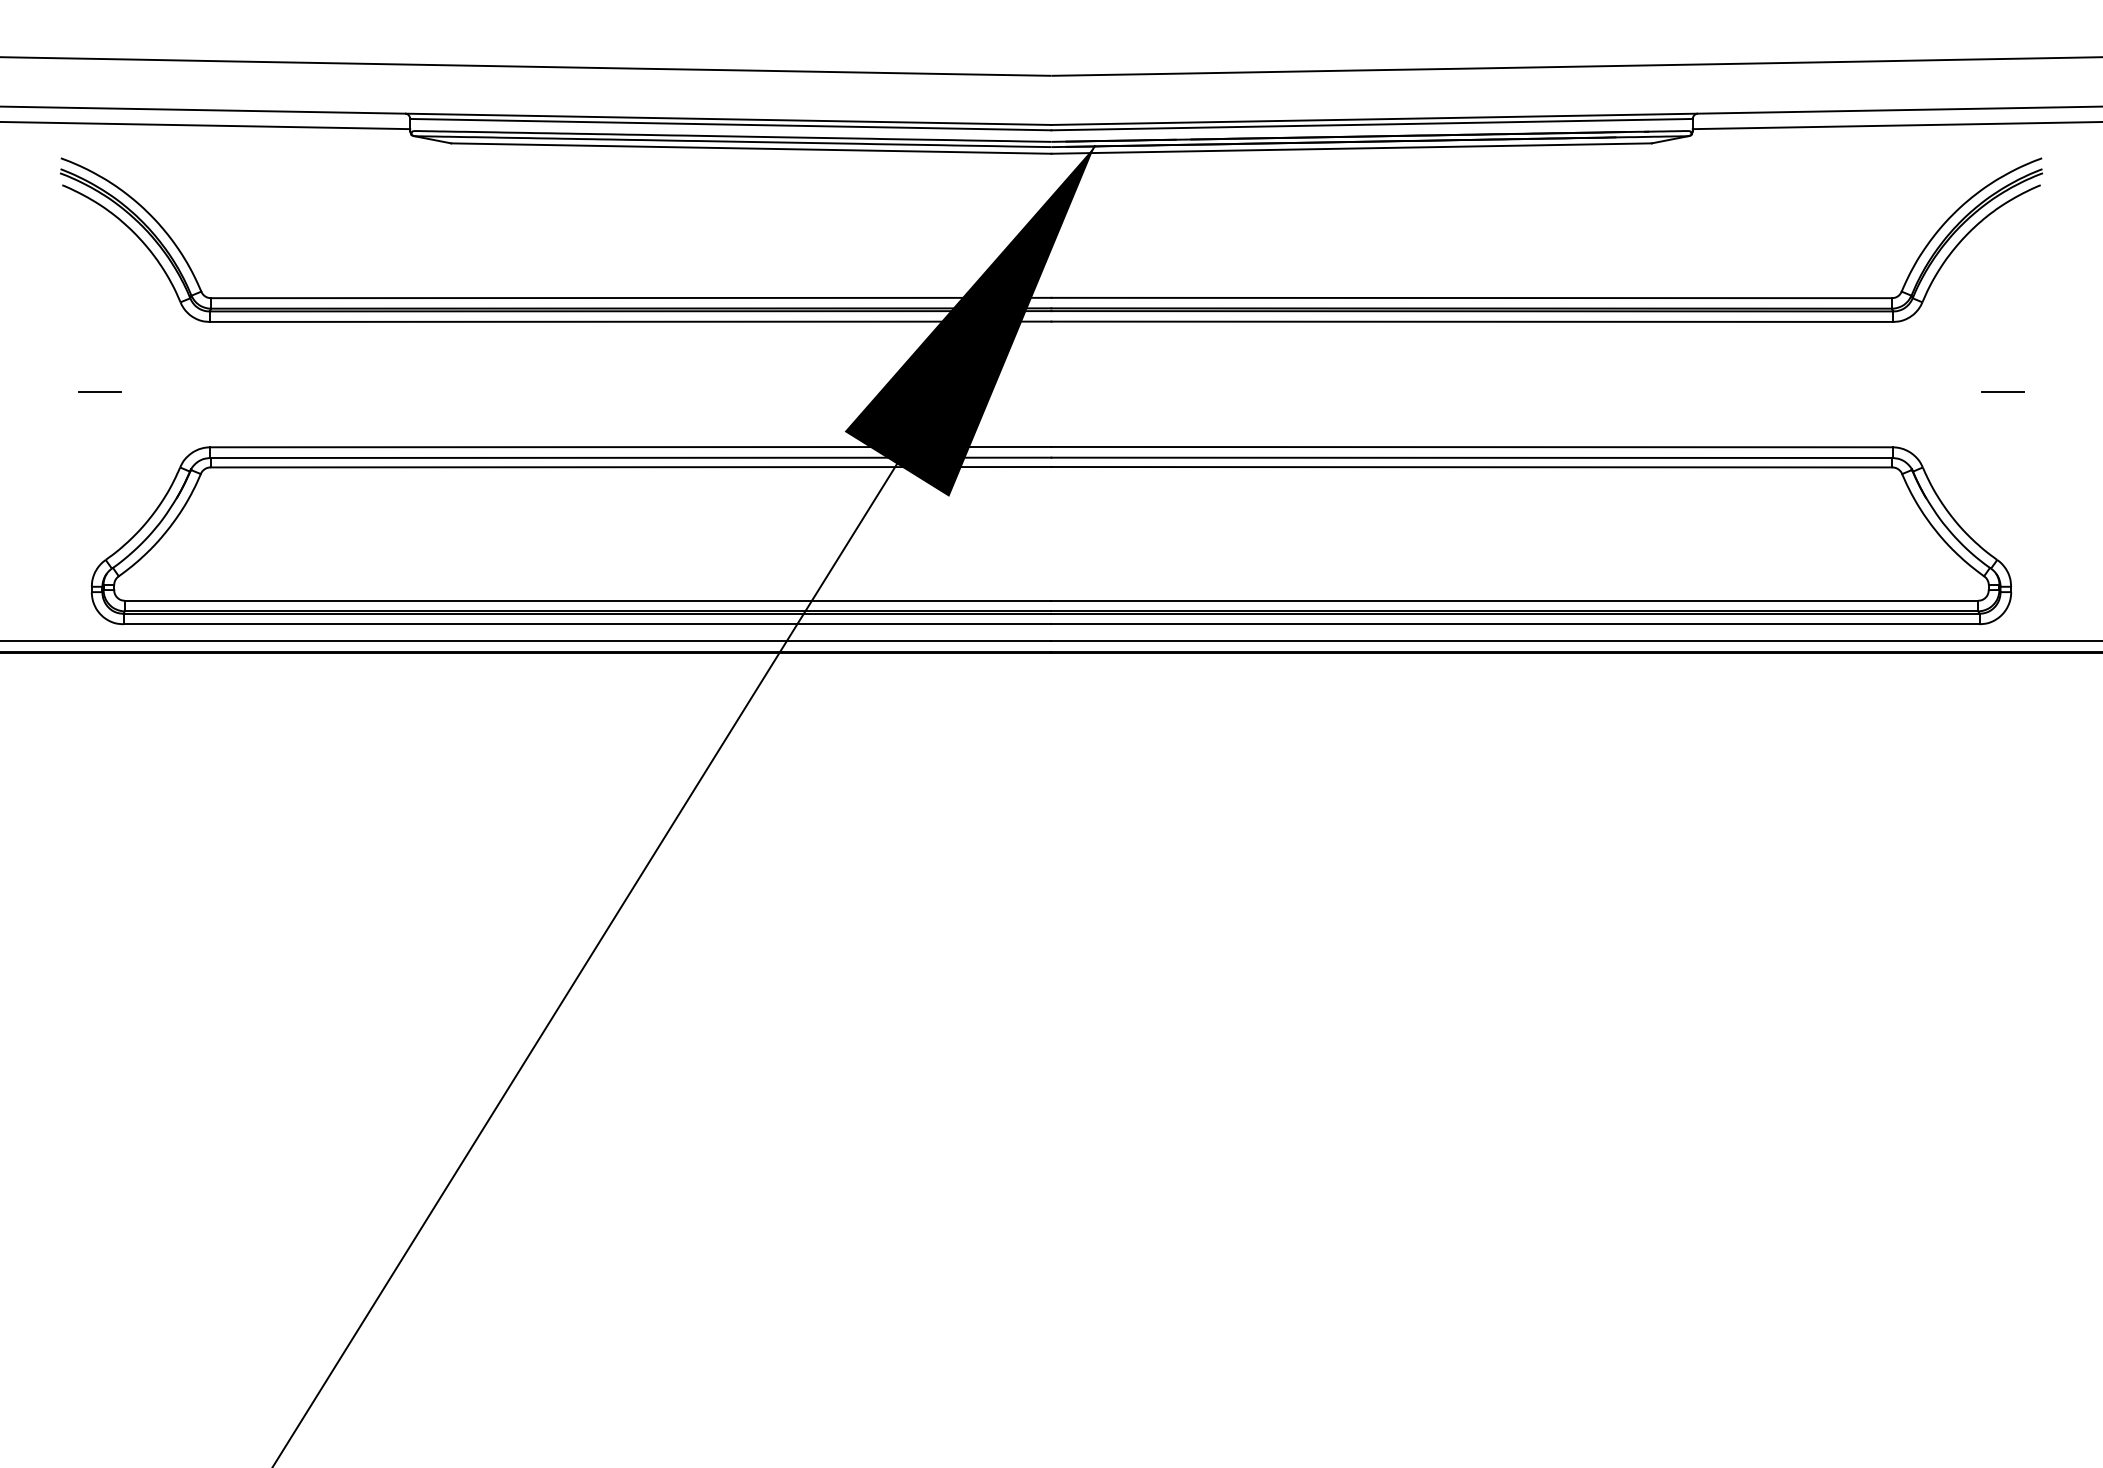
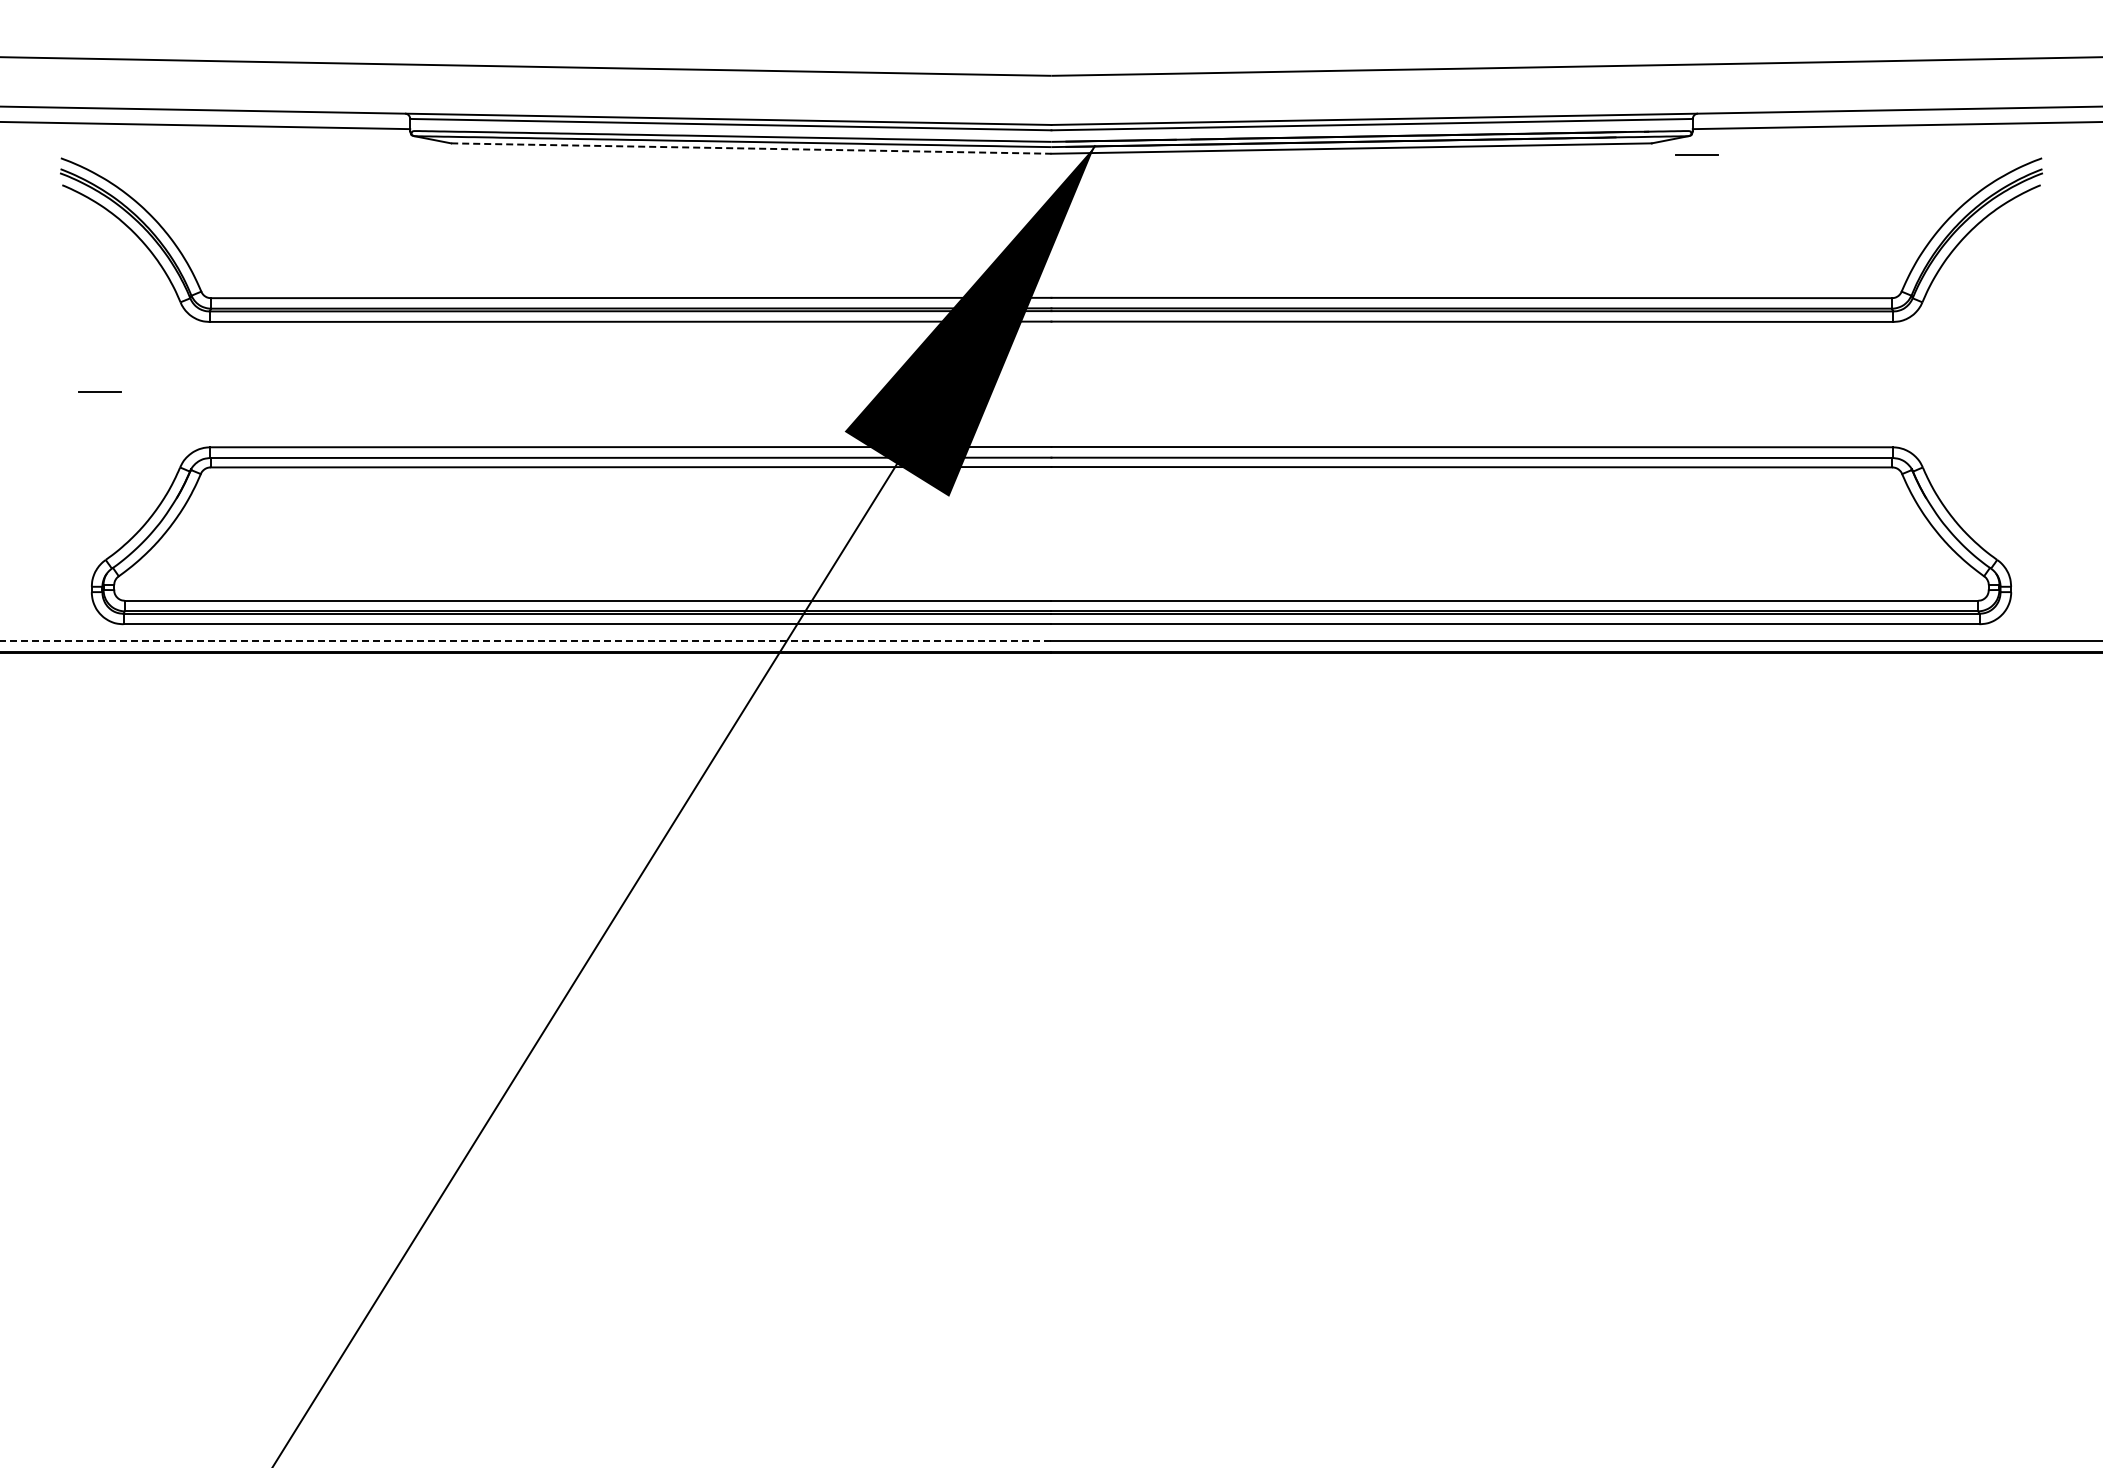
line at (751, 148): solid -> dashed
line at (2002, 391) position: (2002, 391) -> (1696, 154)
line at (525, 640): solid -> dashed
